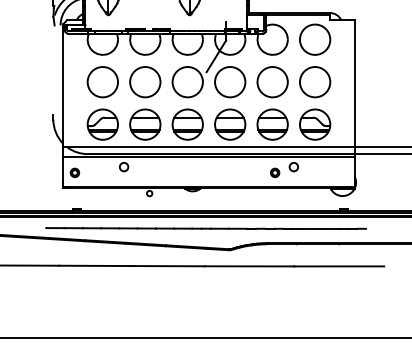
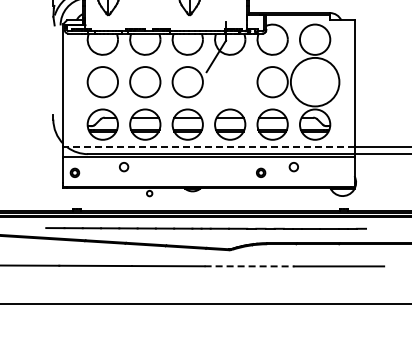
circle at (230, 82): present -> none
circle at (314, 82) diameter: 30 px -> 49 px
line at (208, 146): solid -> dashed
part at (275, 172) position: (275, 172) -> (261, 172)
line at (249, 266): solid -> dashed
line at (205, 337) position: (205, 337) -> (205, 303)
